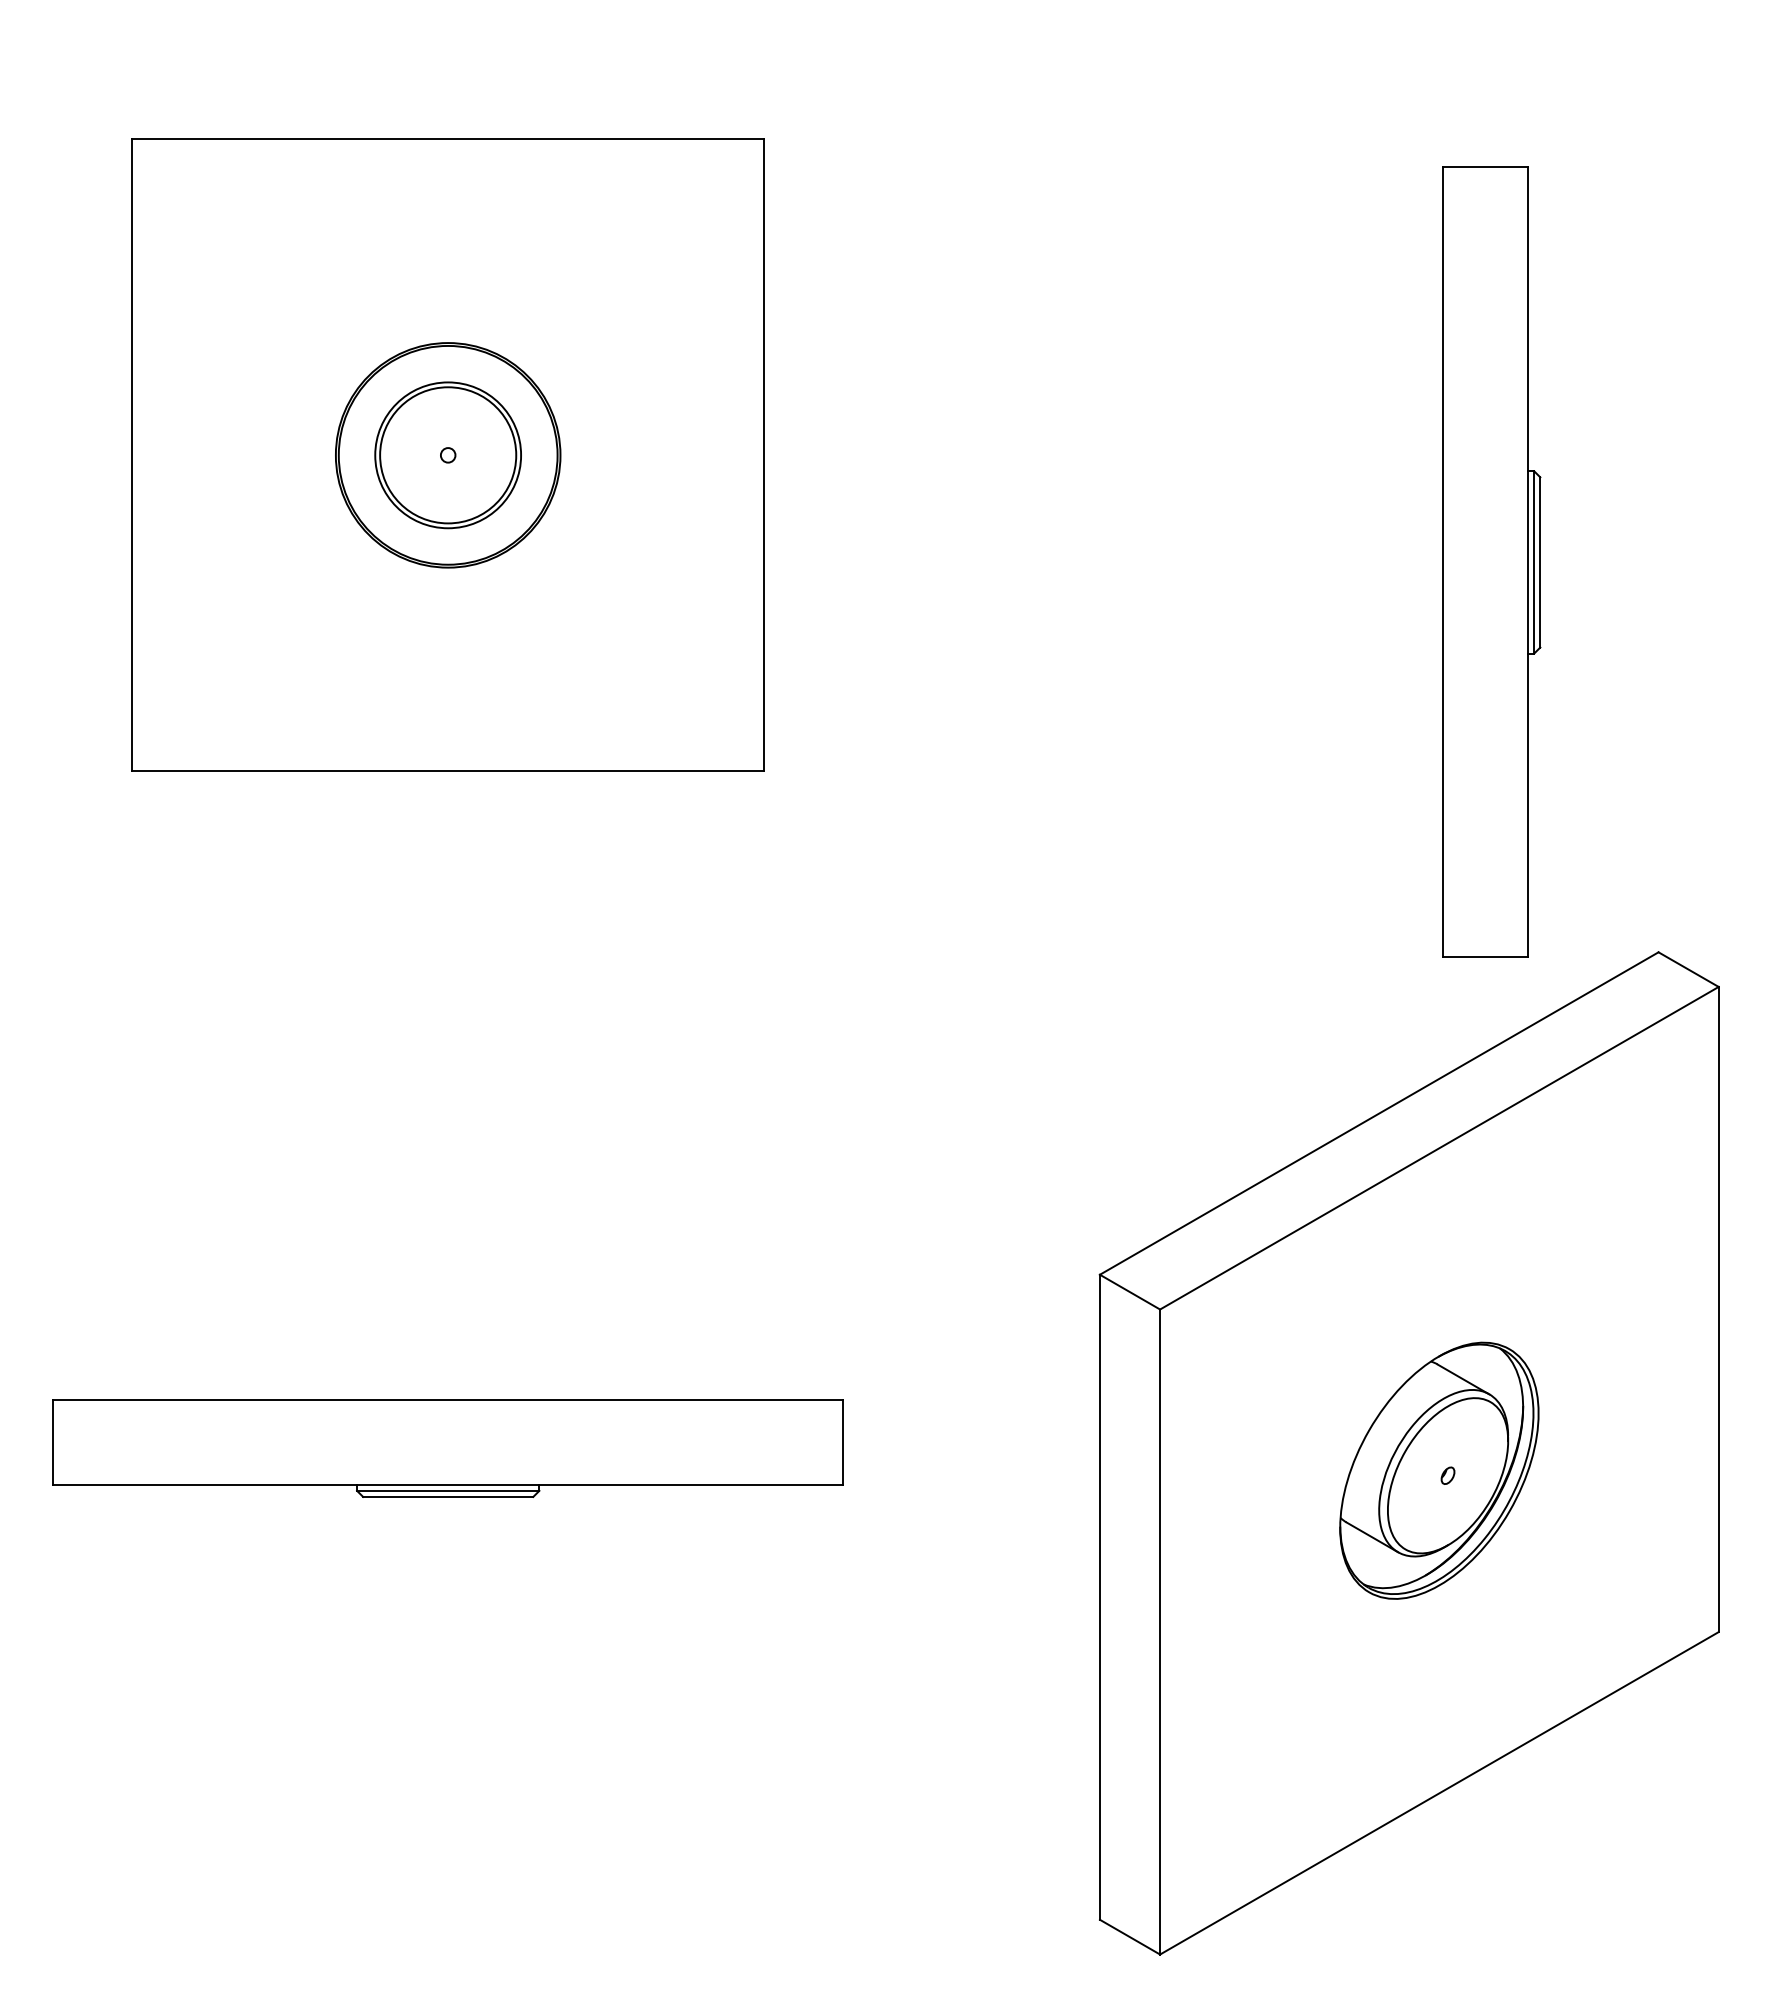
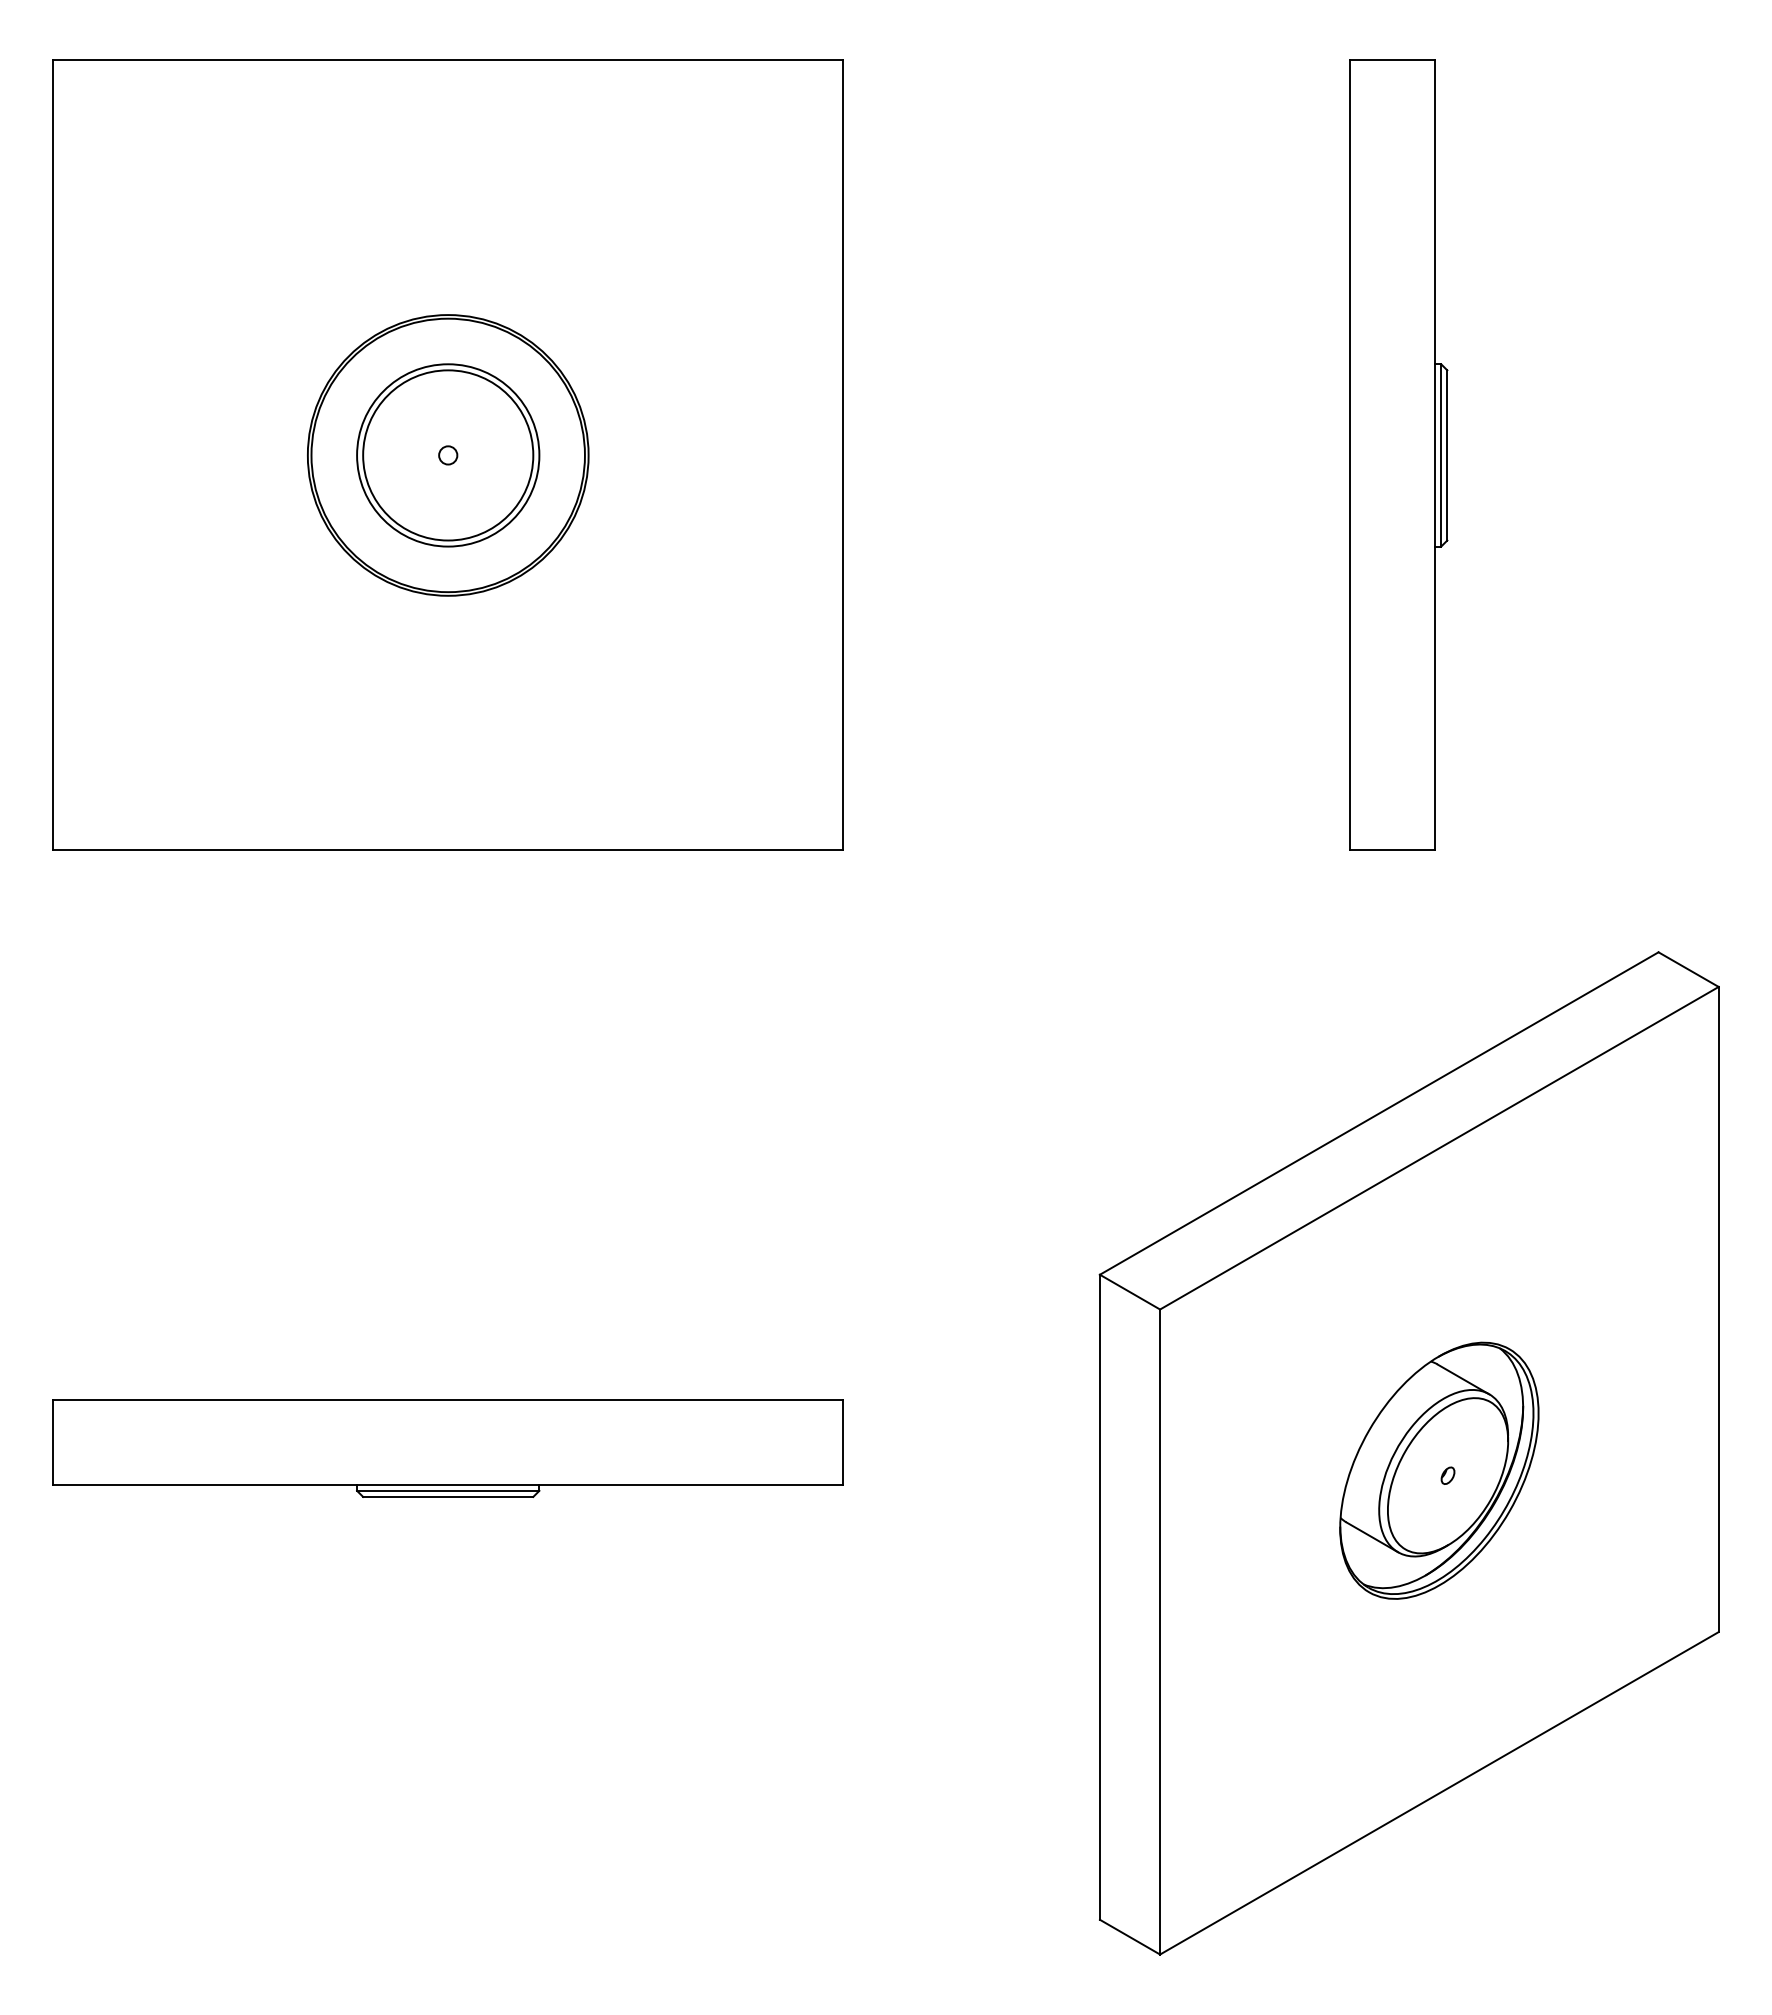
part at (447, 454) size: 634x634 px -> 792x792 px
part at (1491, 561) position: (1491, 561) -> (1398, 454)
